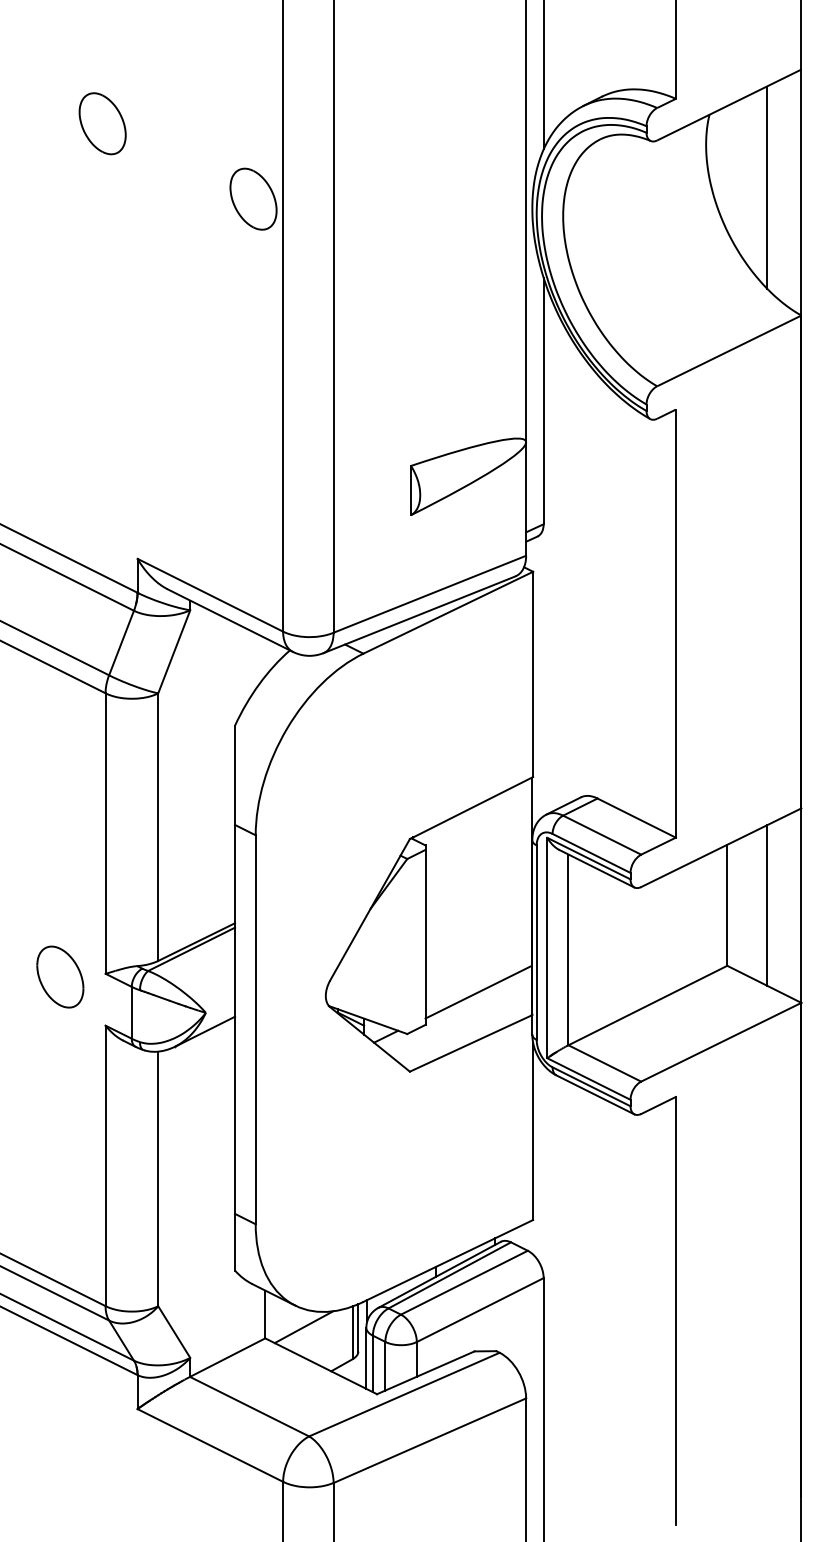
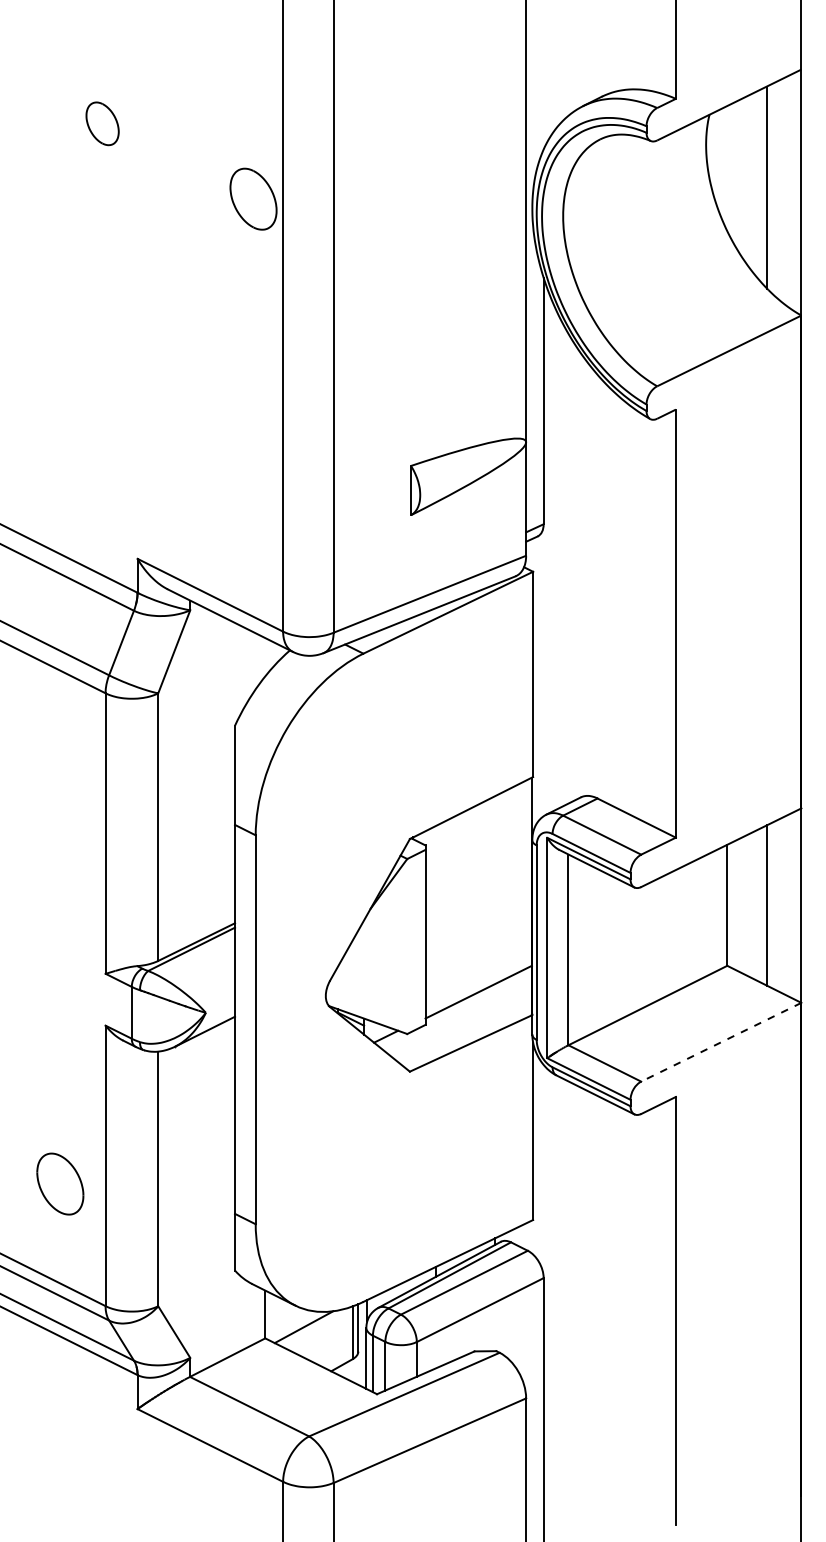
line at (543, 75): present -> none
part at (102, 123) size: 49x64 px -> 35x46 px
part at (60, 976) position: (60, 976) -> (60, 1183)
line at (720, 1042): solid -> dashed
